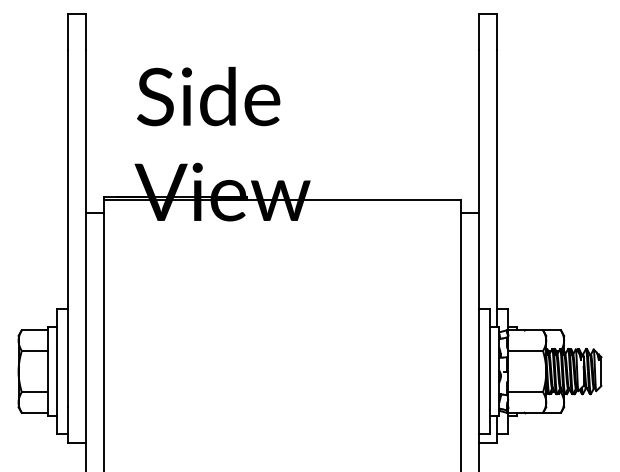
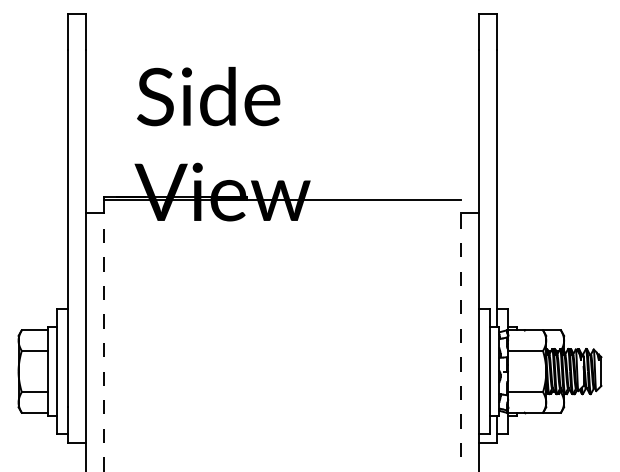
line at (461, 335): solid -> dashed
line at (103, 336): solid -> dashed
